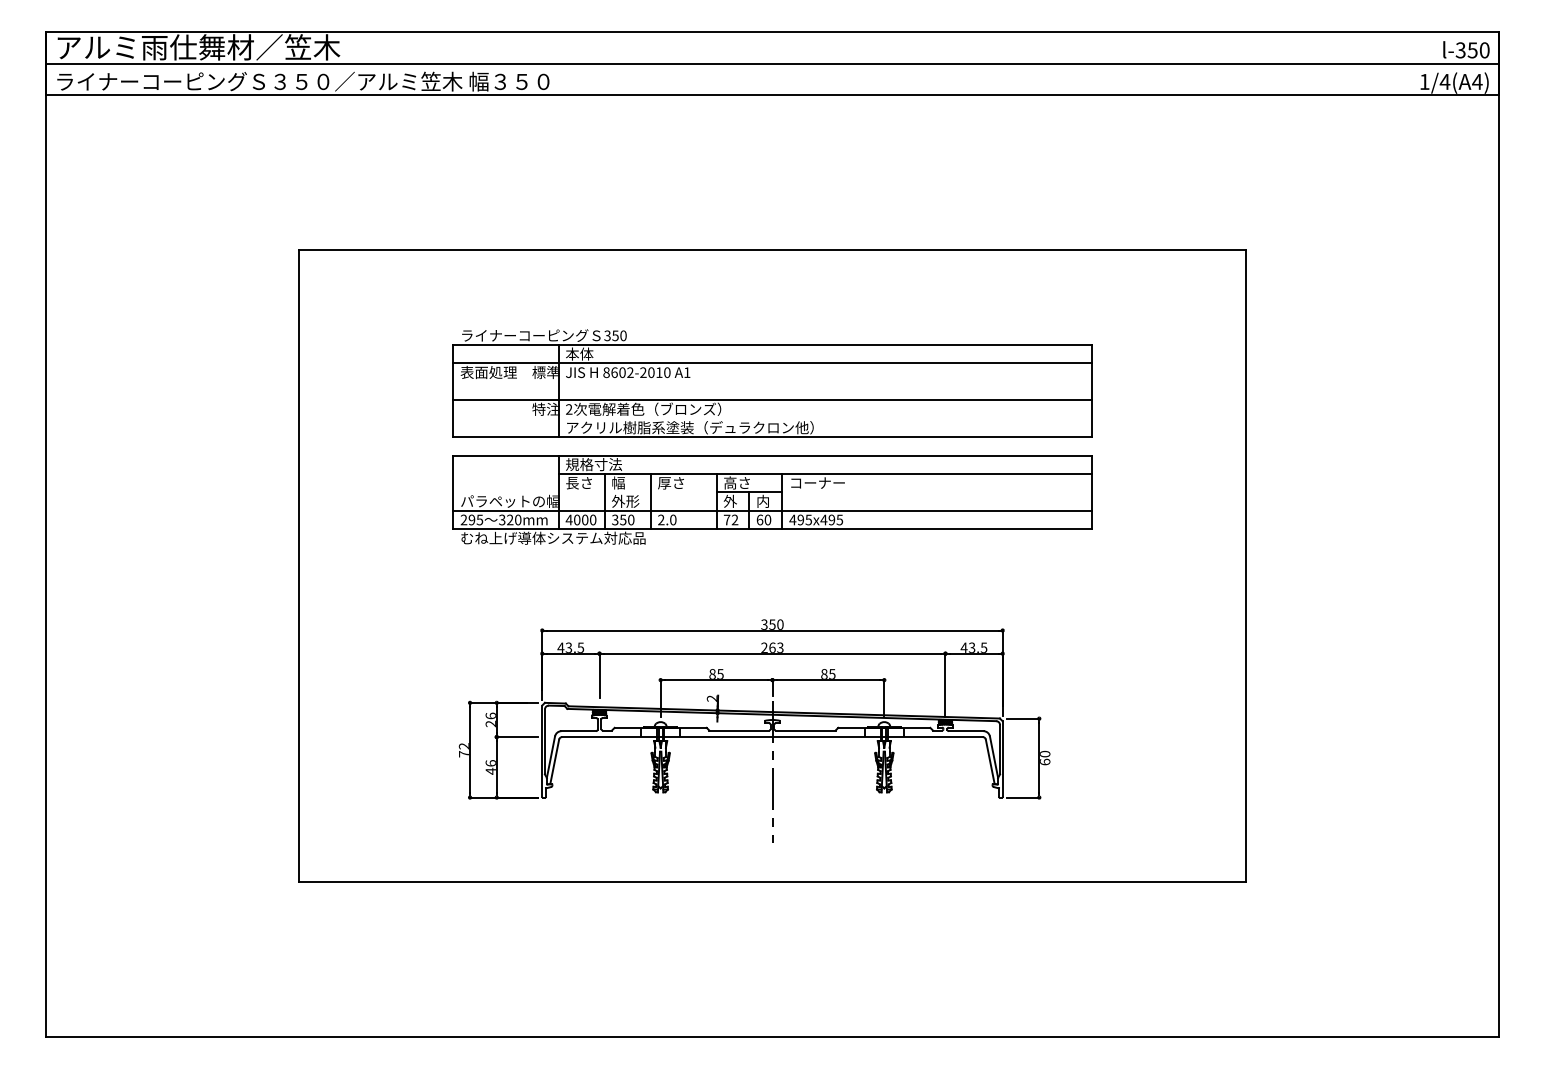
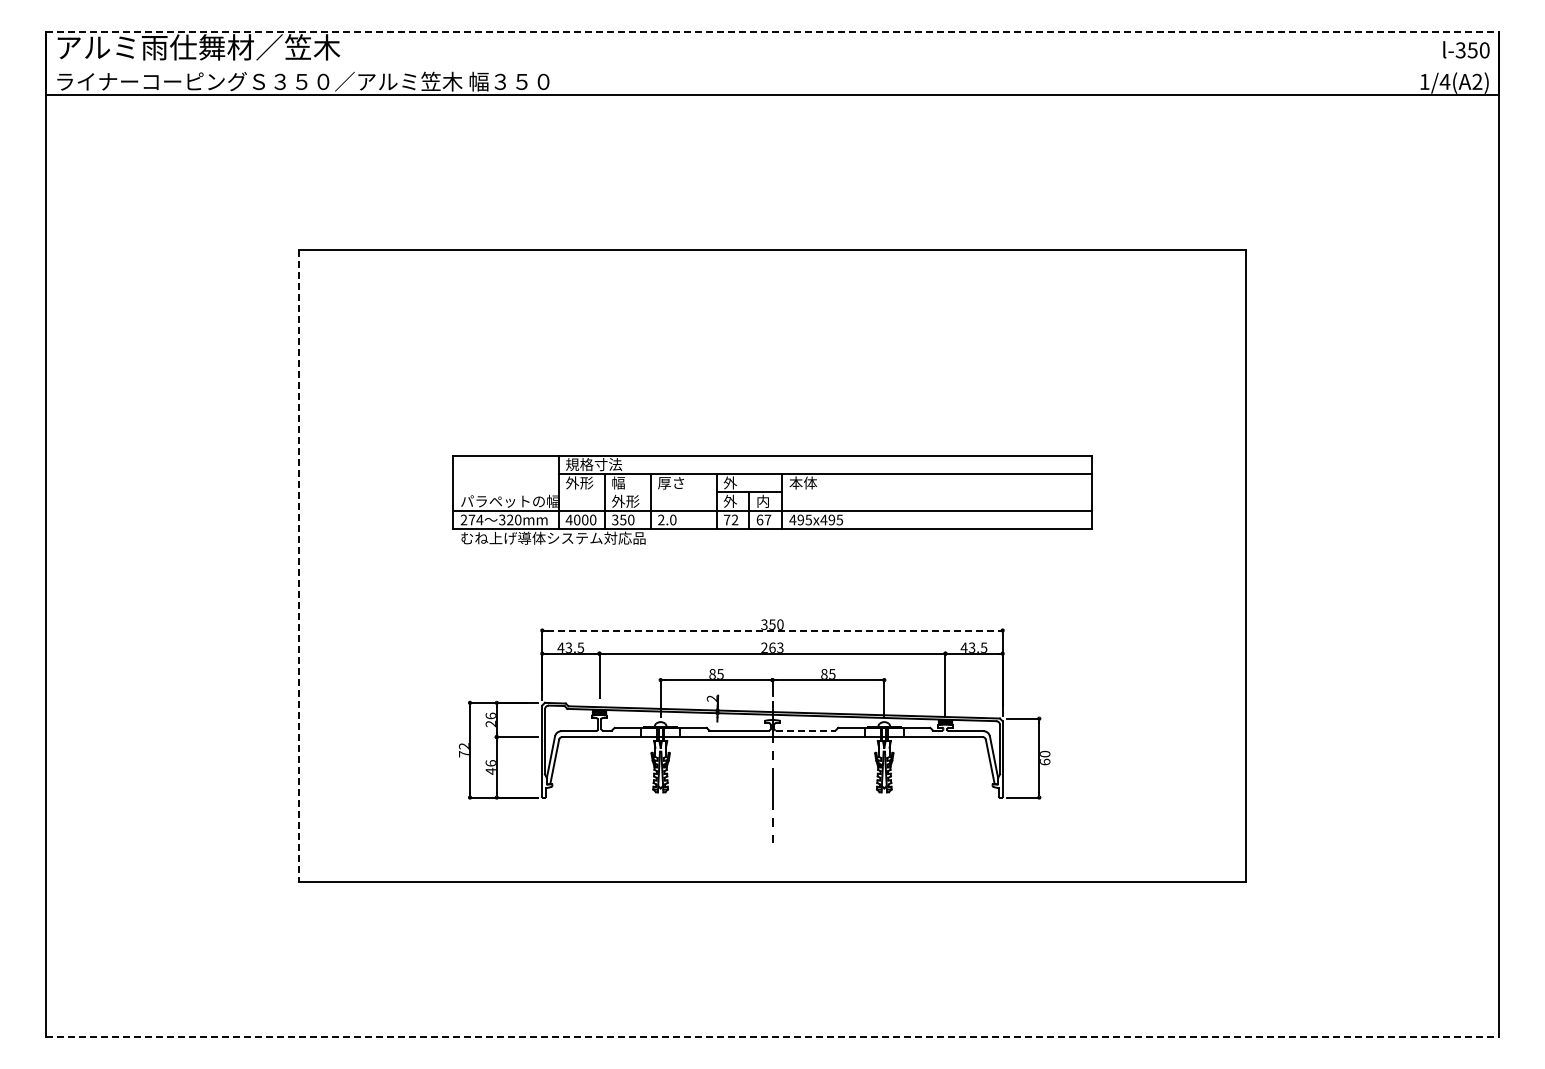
line at (772, 31): solid -> dashed
line at (772, 63): present -> none
text at (1477, 81): 1/4(A4) -> 1/4(A2)
part at (772, 383): present -> none
text at (579, 482): 長さ -> 外形
text at (736, 482): 高さ -> 外
text at (816, 482): コーナー -> 本体
text at (475, 519): 295 -> 274
text at (767, 519): 60 -> 67
line at (298, 566): solid -> dashed
line at (772, 630): solid -> dashed
line at (805, 730): solid -> dashed
line at (772, 1037): solid -> dashed
